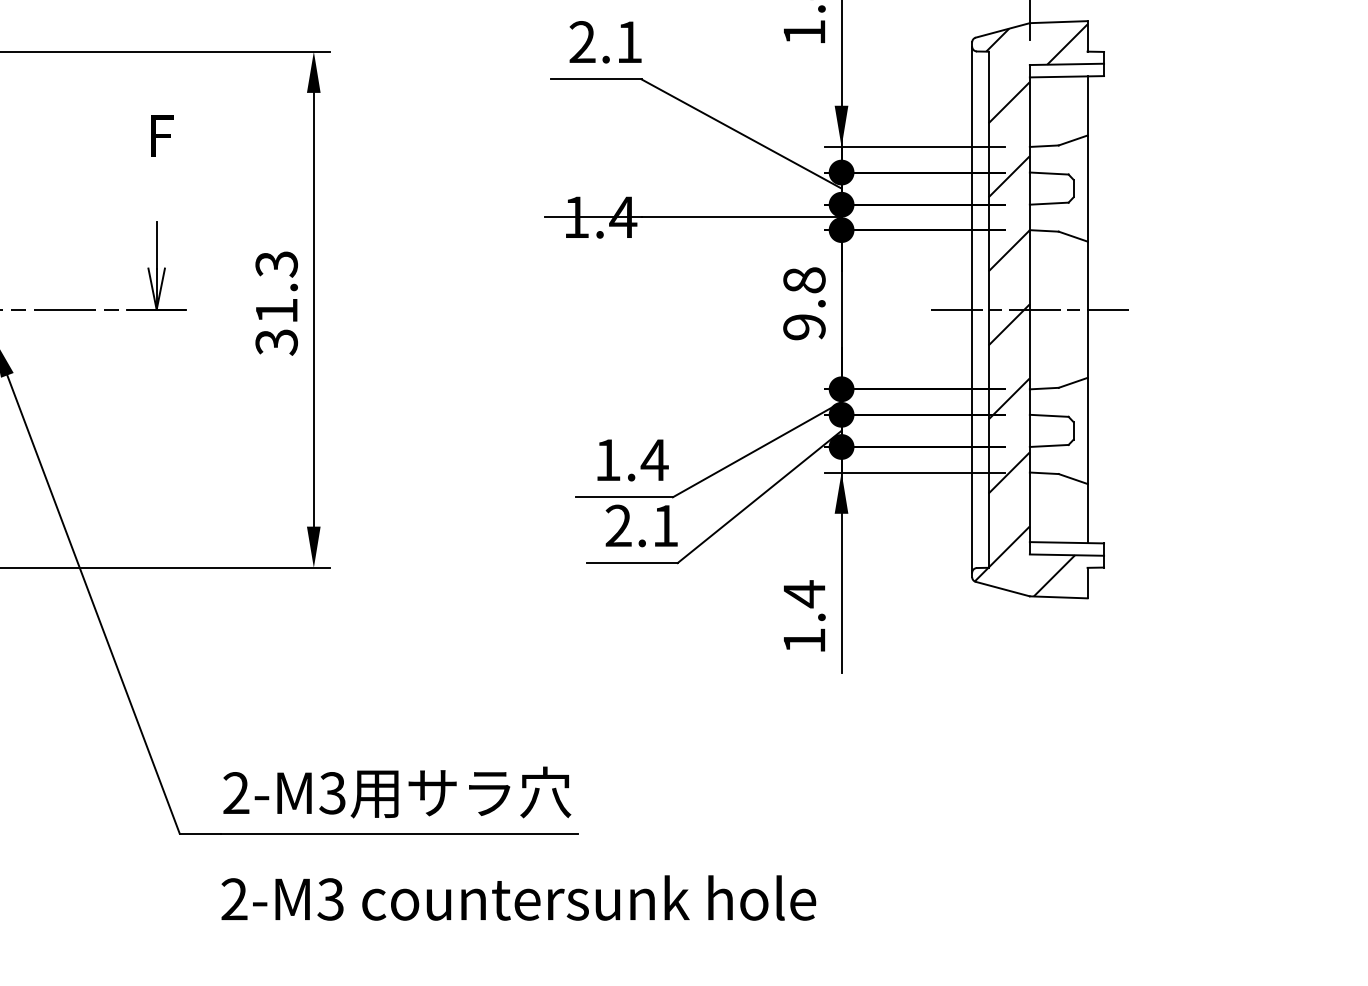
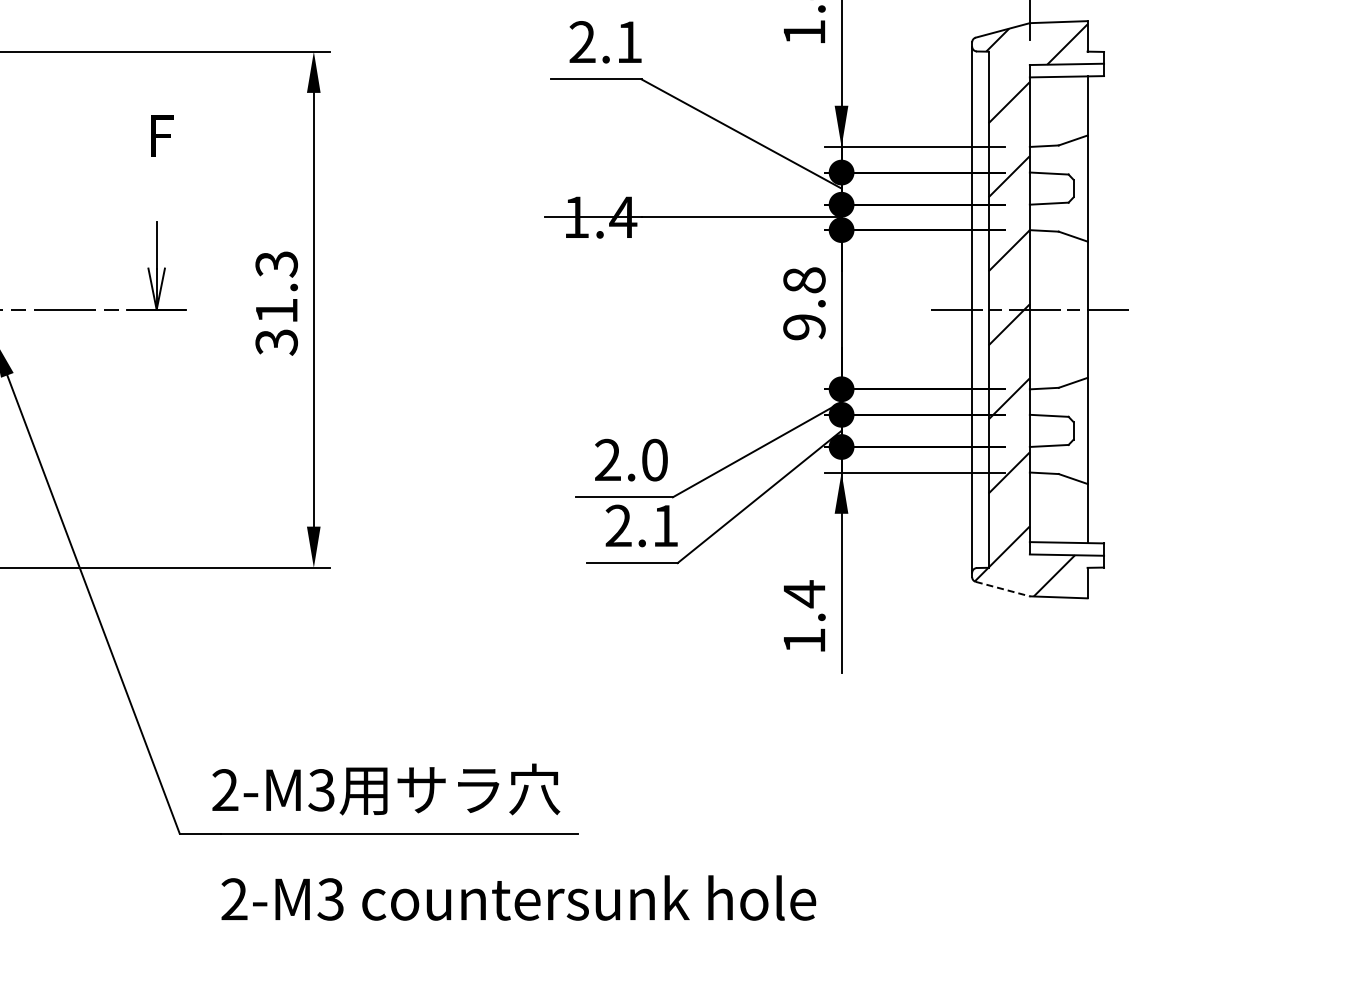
text at (631, 459): 1.4 -> 2.0
line at (1002, 589): solid -> dashed
text at (397, 792) position: (397, 792) -> (386, 789)
